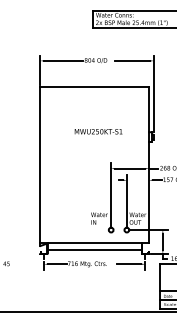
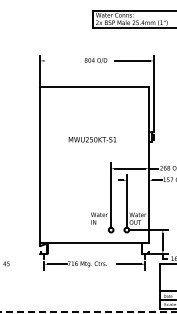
line at (63, 60): present -> none
text at (98, 131) position: (98, 131) -> (92, 139)
line at (94, 249): present -> none
line at (88, 311): solid -> dashed
